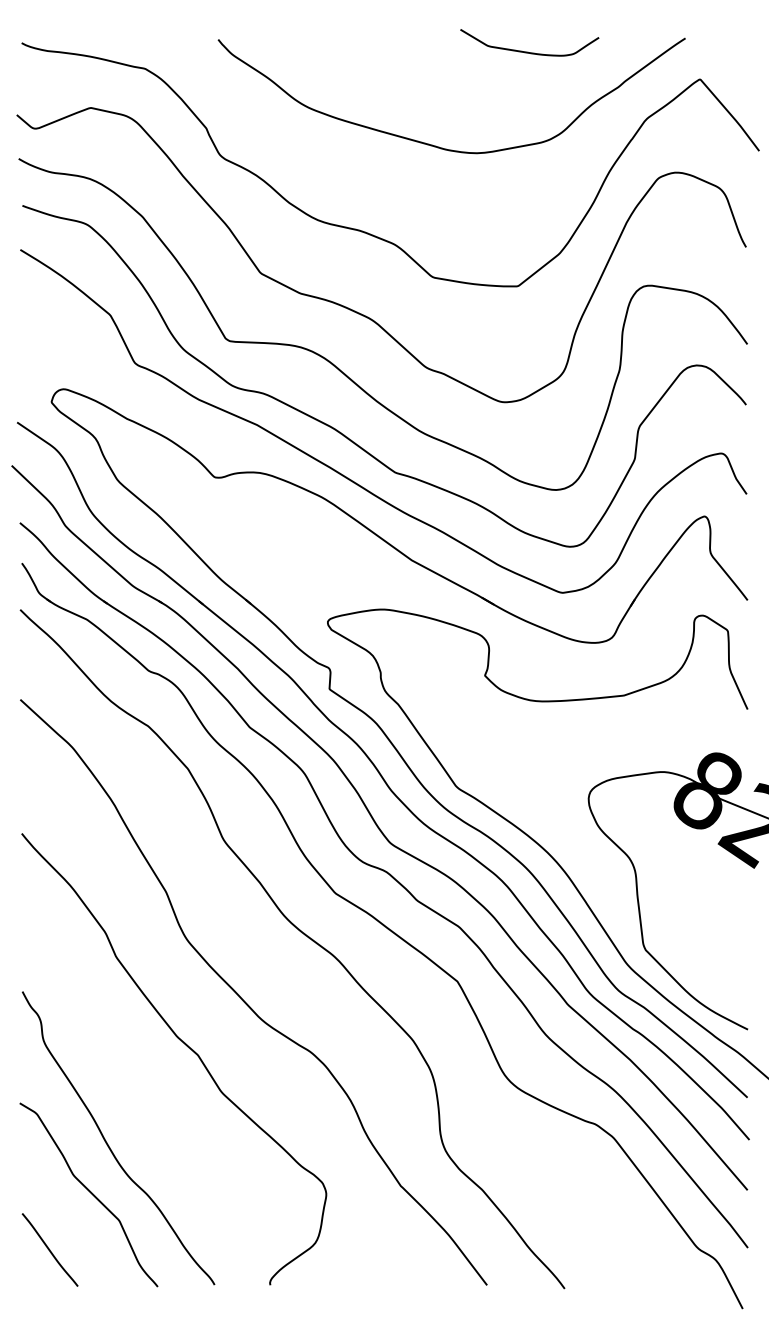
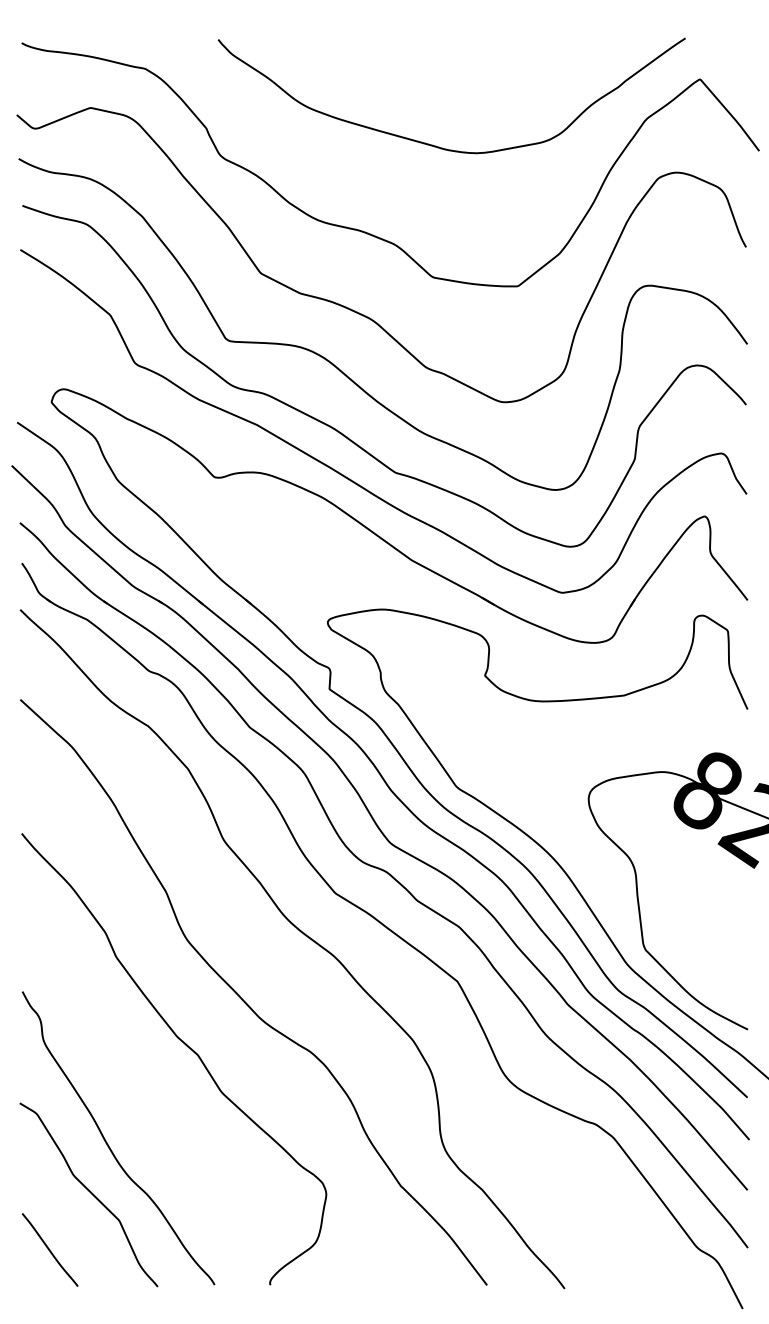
curve at (528, 51): present -> none
